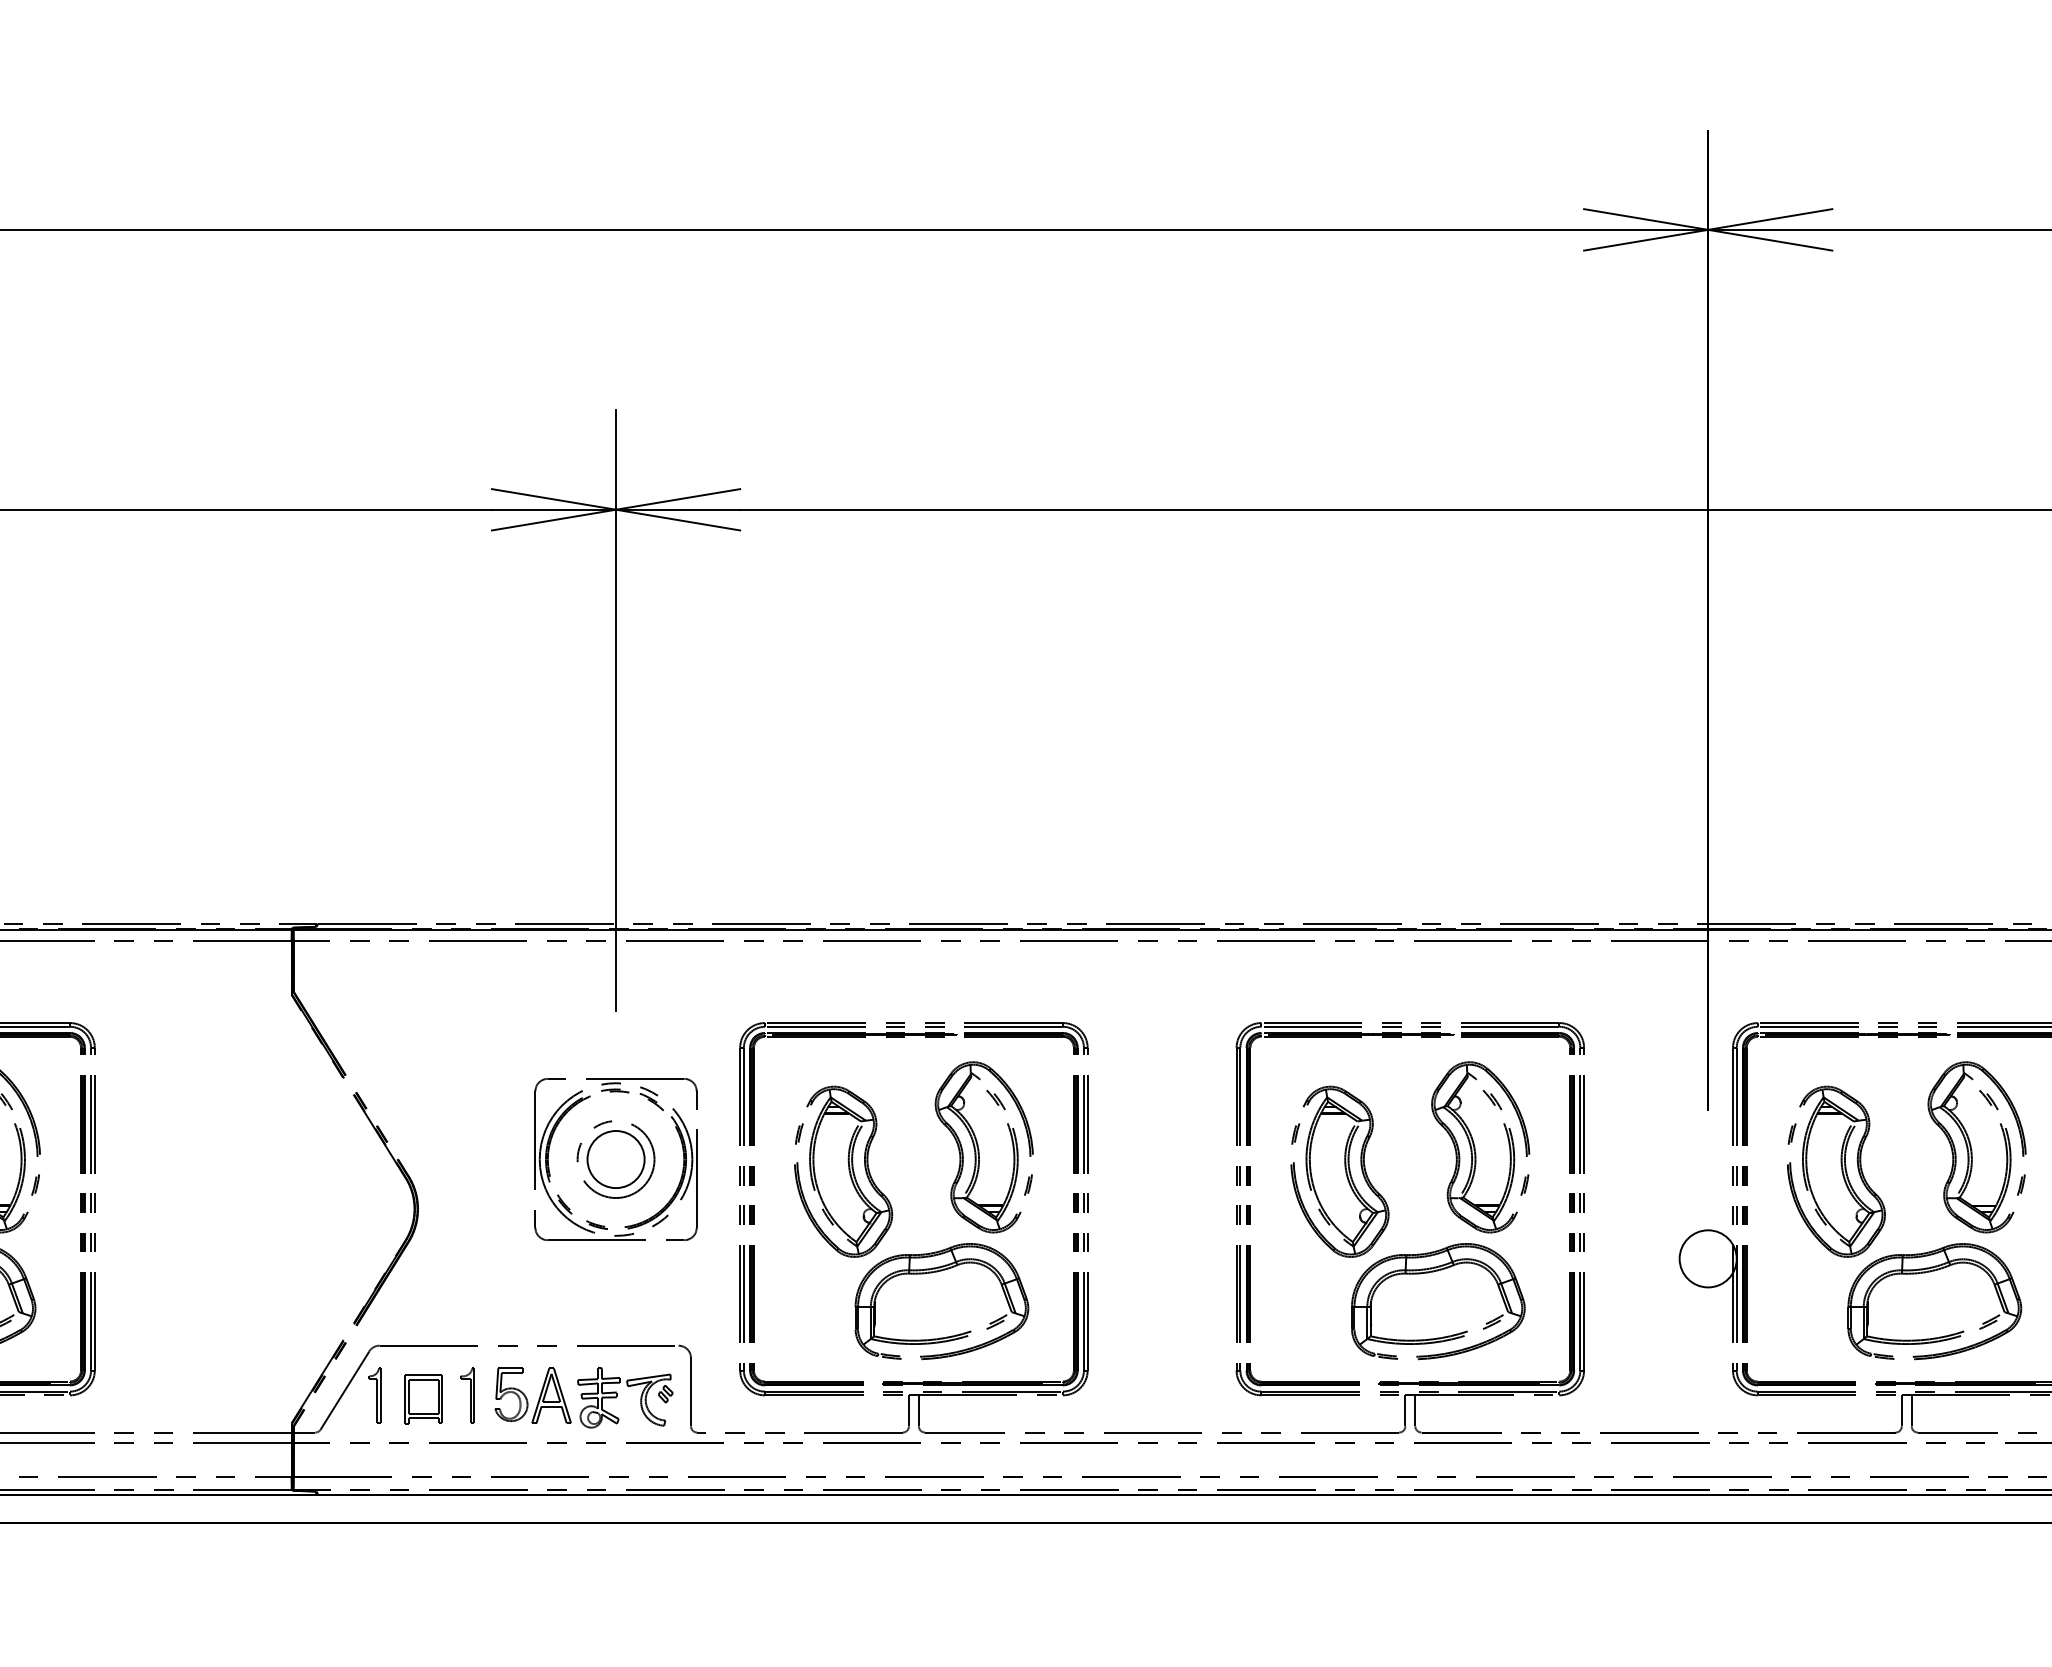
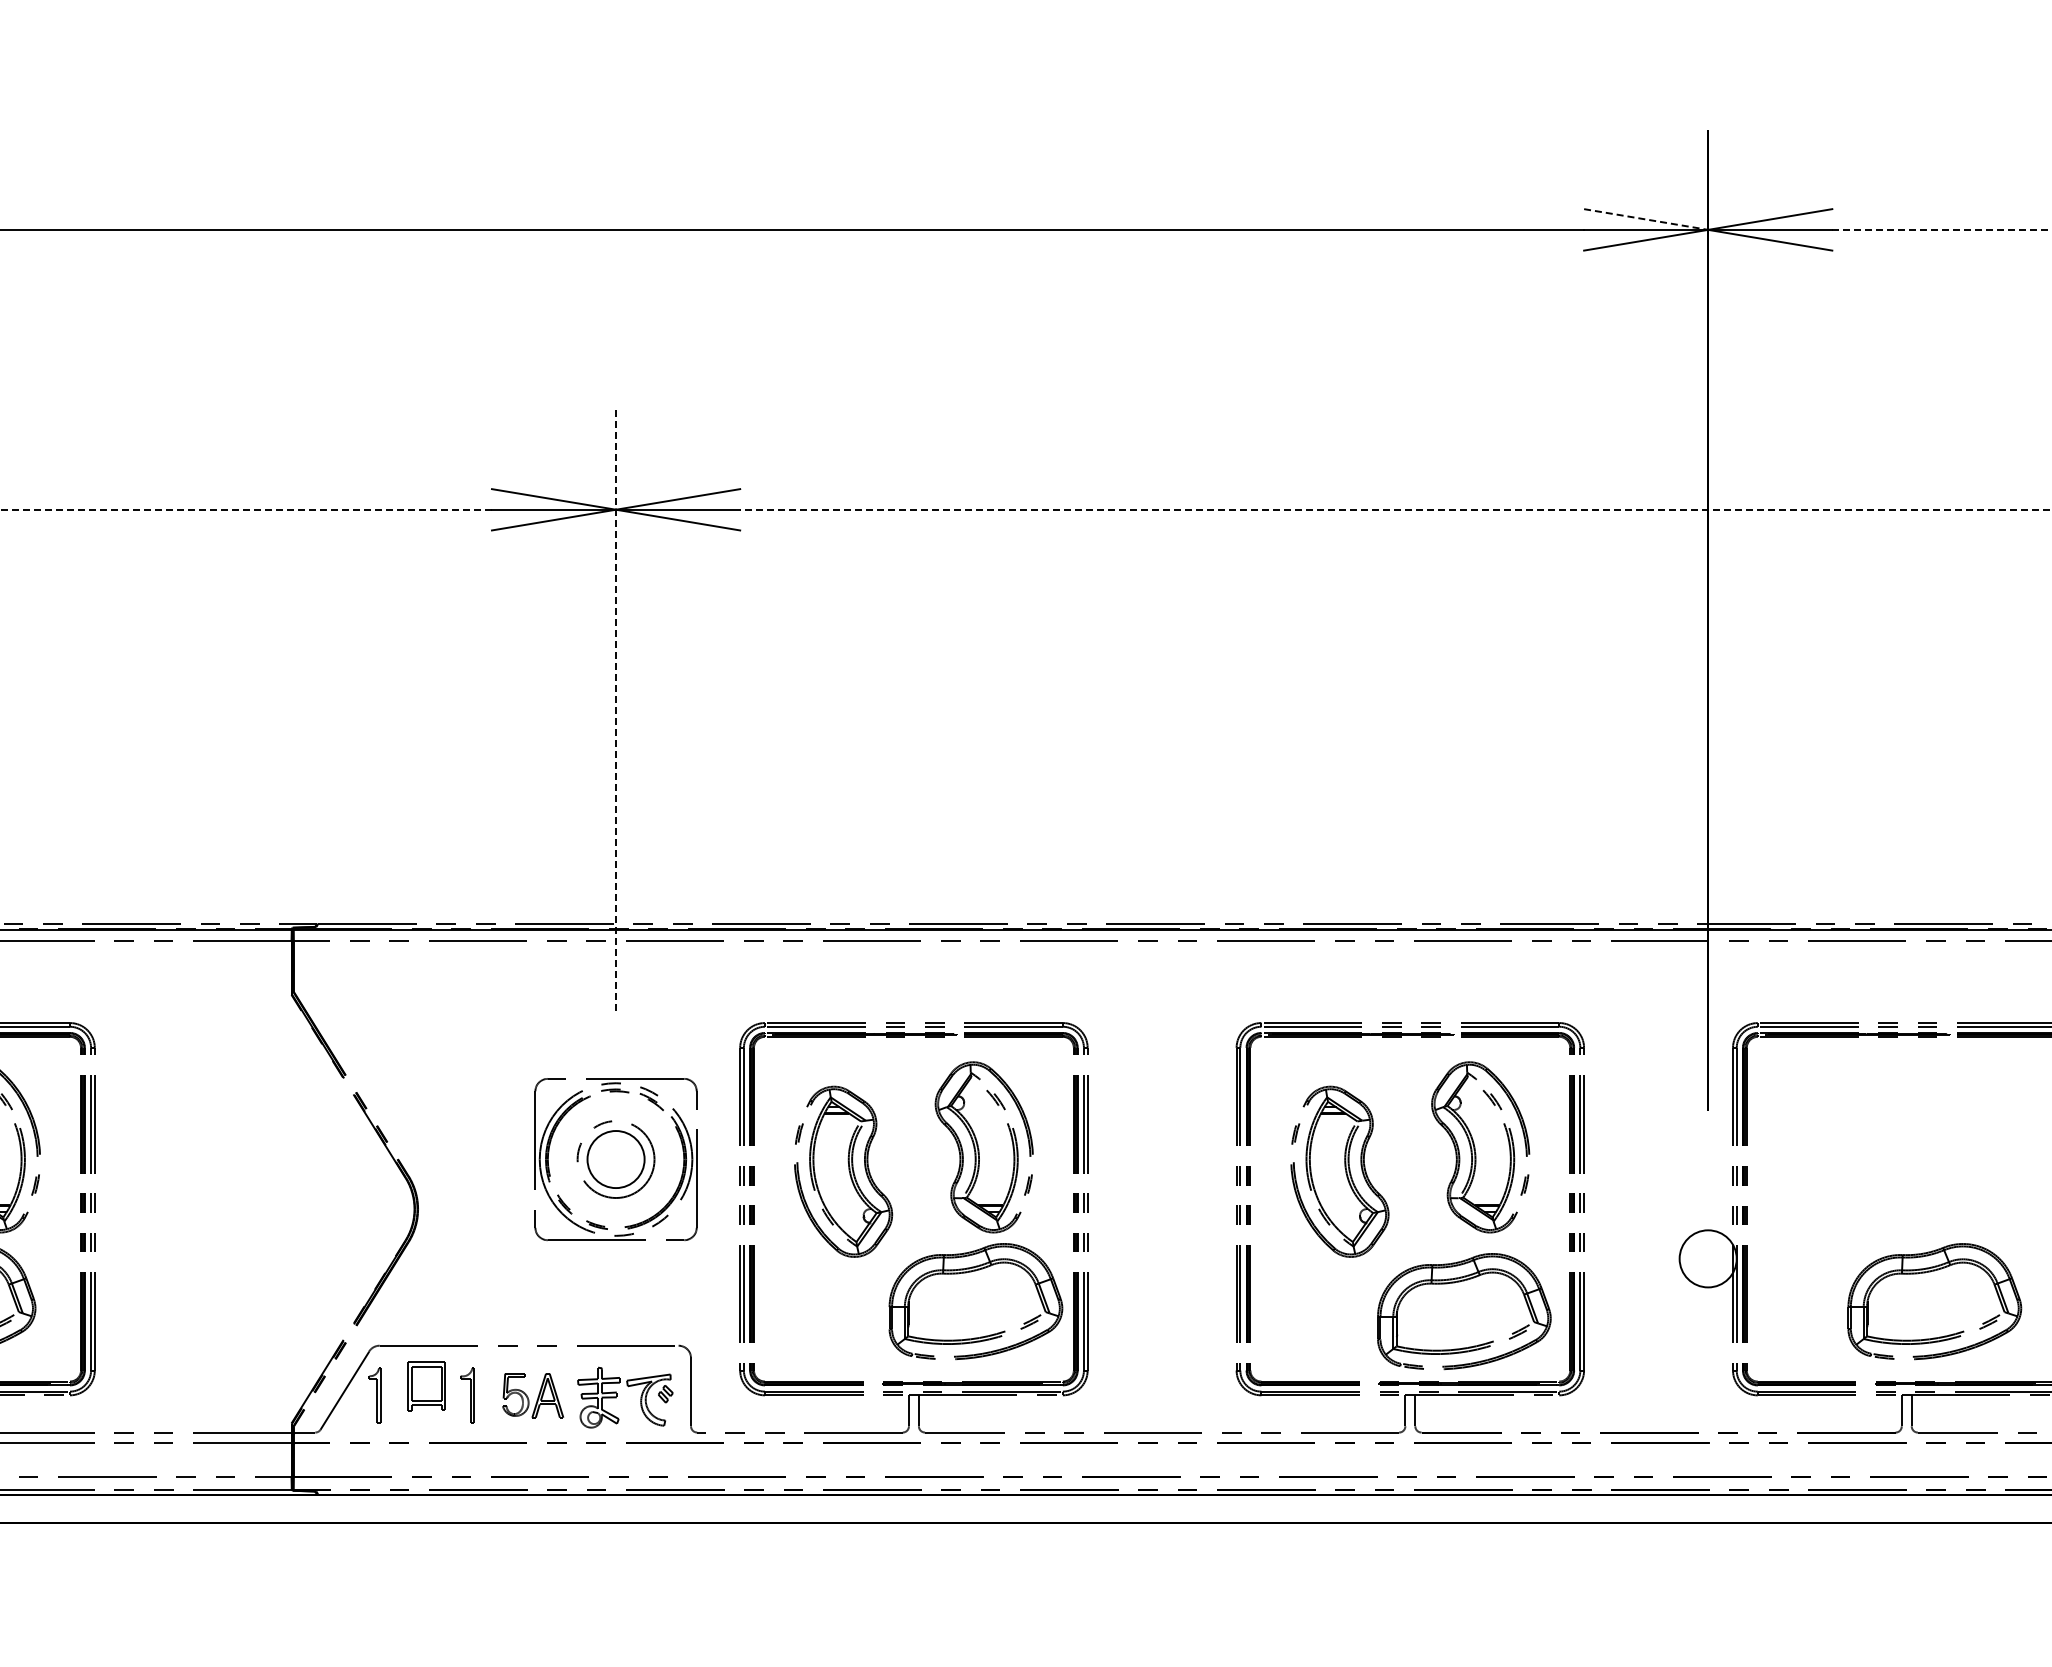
line at (1646, 219): solid -> dashed
line at (1942, 229): solid -> dashed
line at (246, 509): solid -> dashed
line at (1396, 509): solid -> dashed
line at (616, 710): solid -> dashed
part at (1976, 1147): present -> none
part at (1836, 1171): present -> none
part at (937, 1272) position: (937, 1272) -> (971, 1272)
part at (1433, 1272) position: (1433, 1272) -> (1459, 1282)
part at (532, 1395) size: 78x57 px -> 63x46 px
part at (423, 1399) position: (423, 1399) -> (426, 1386)
